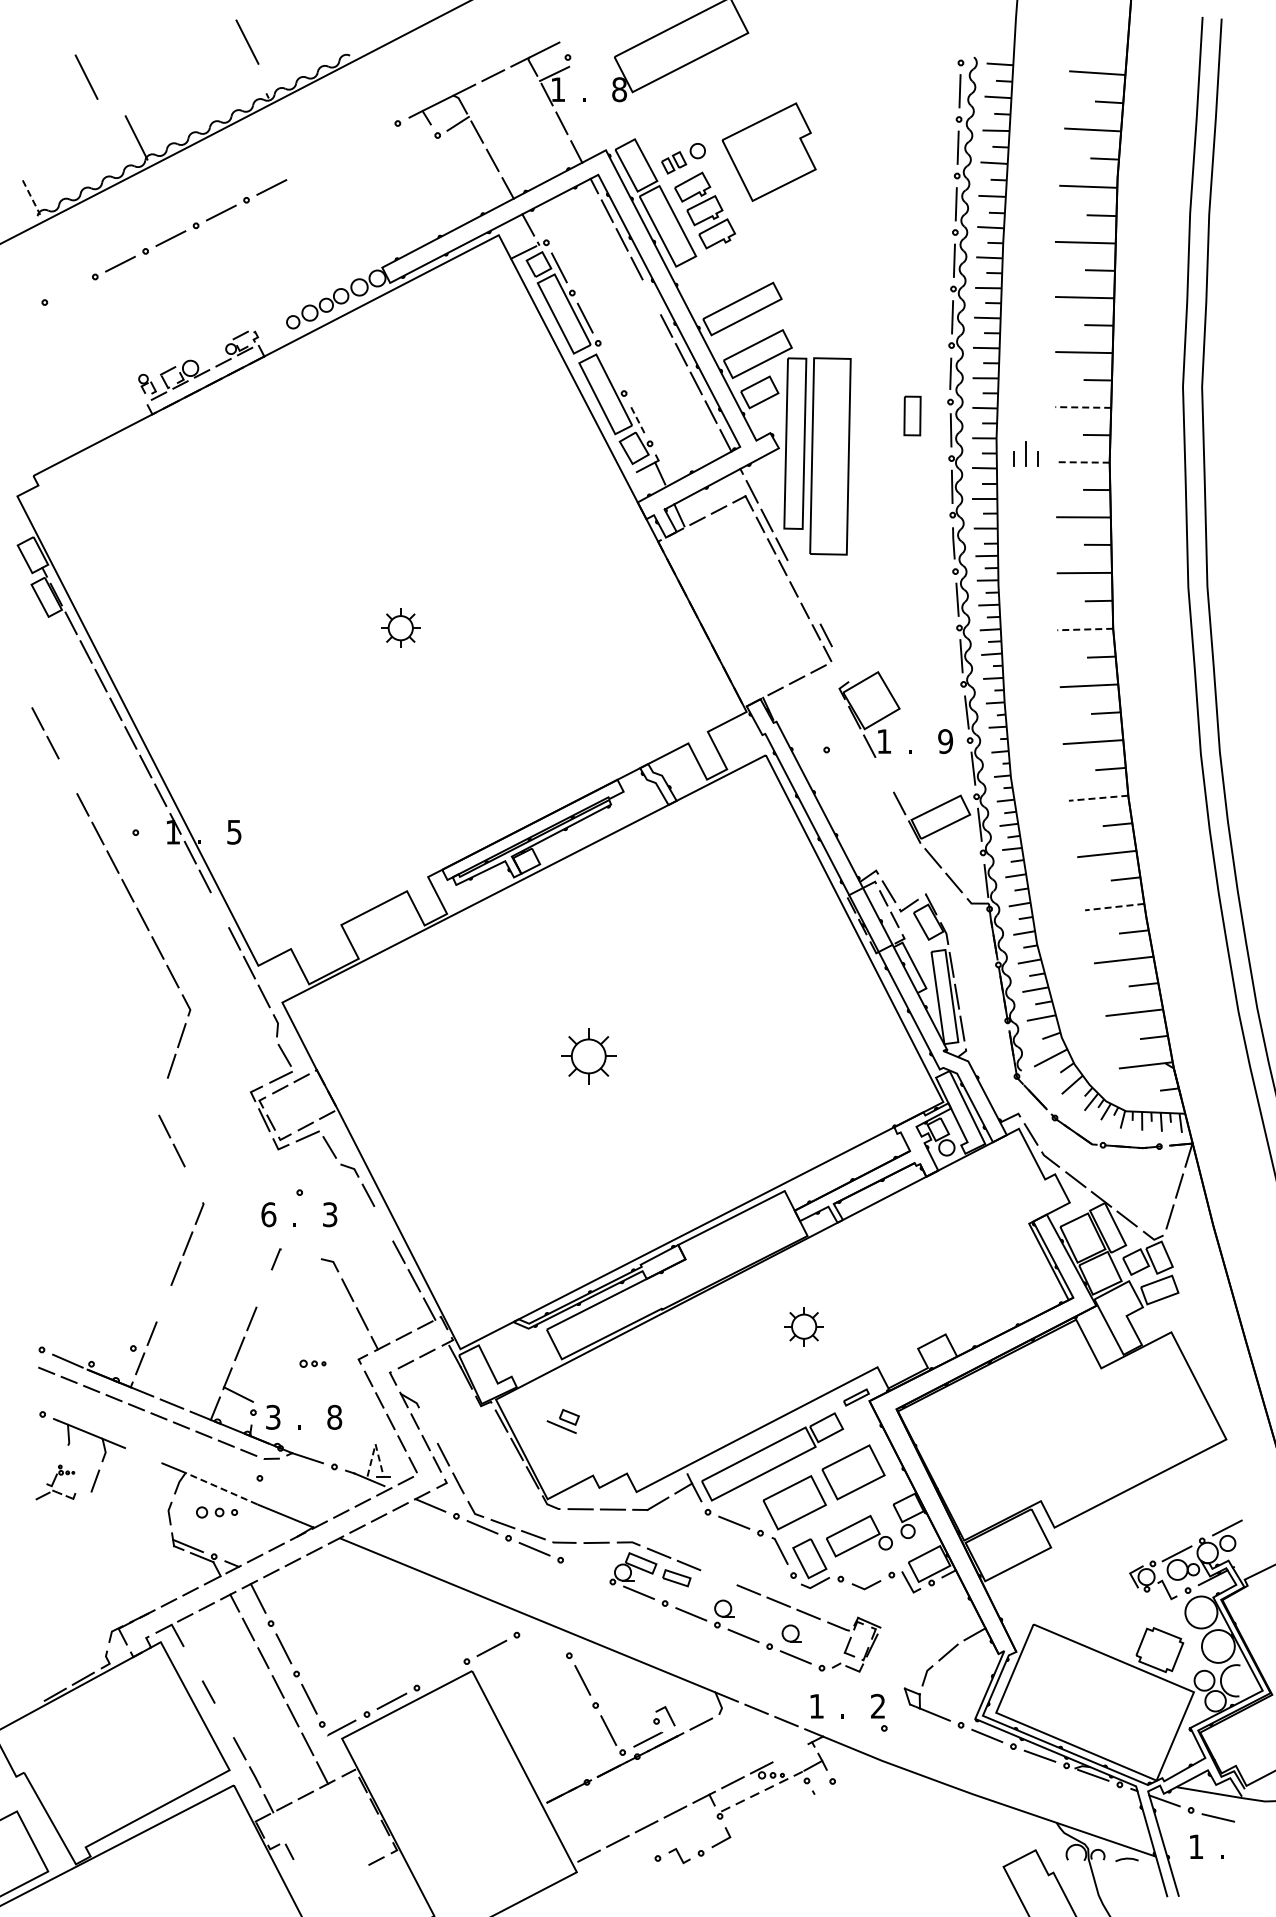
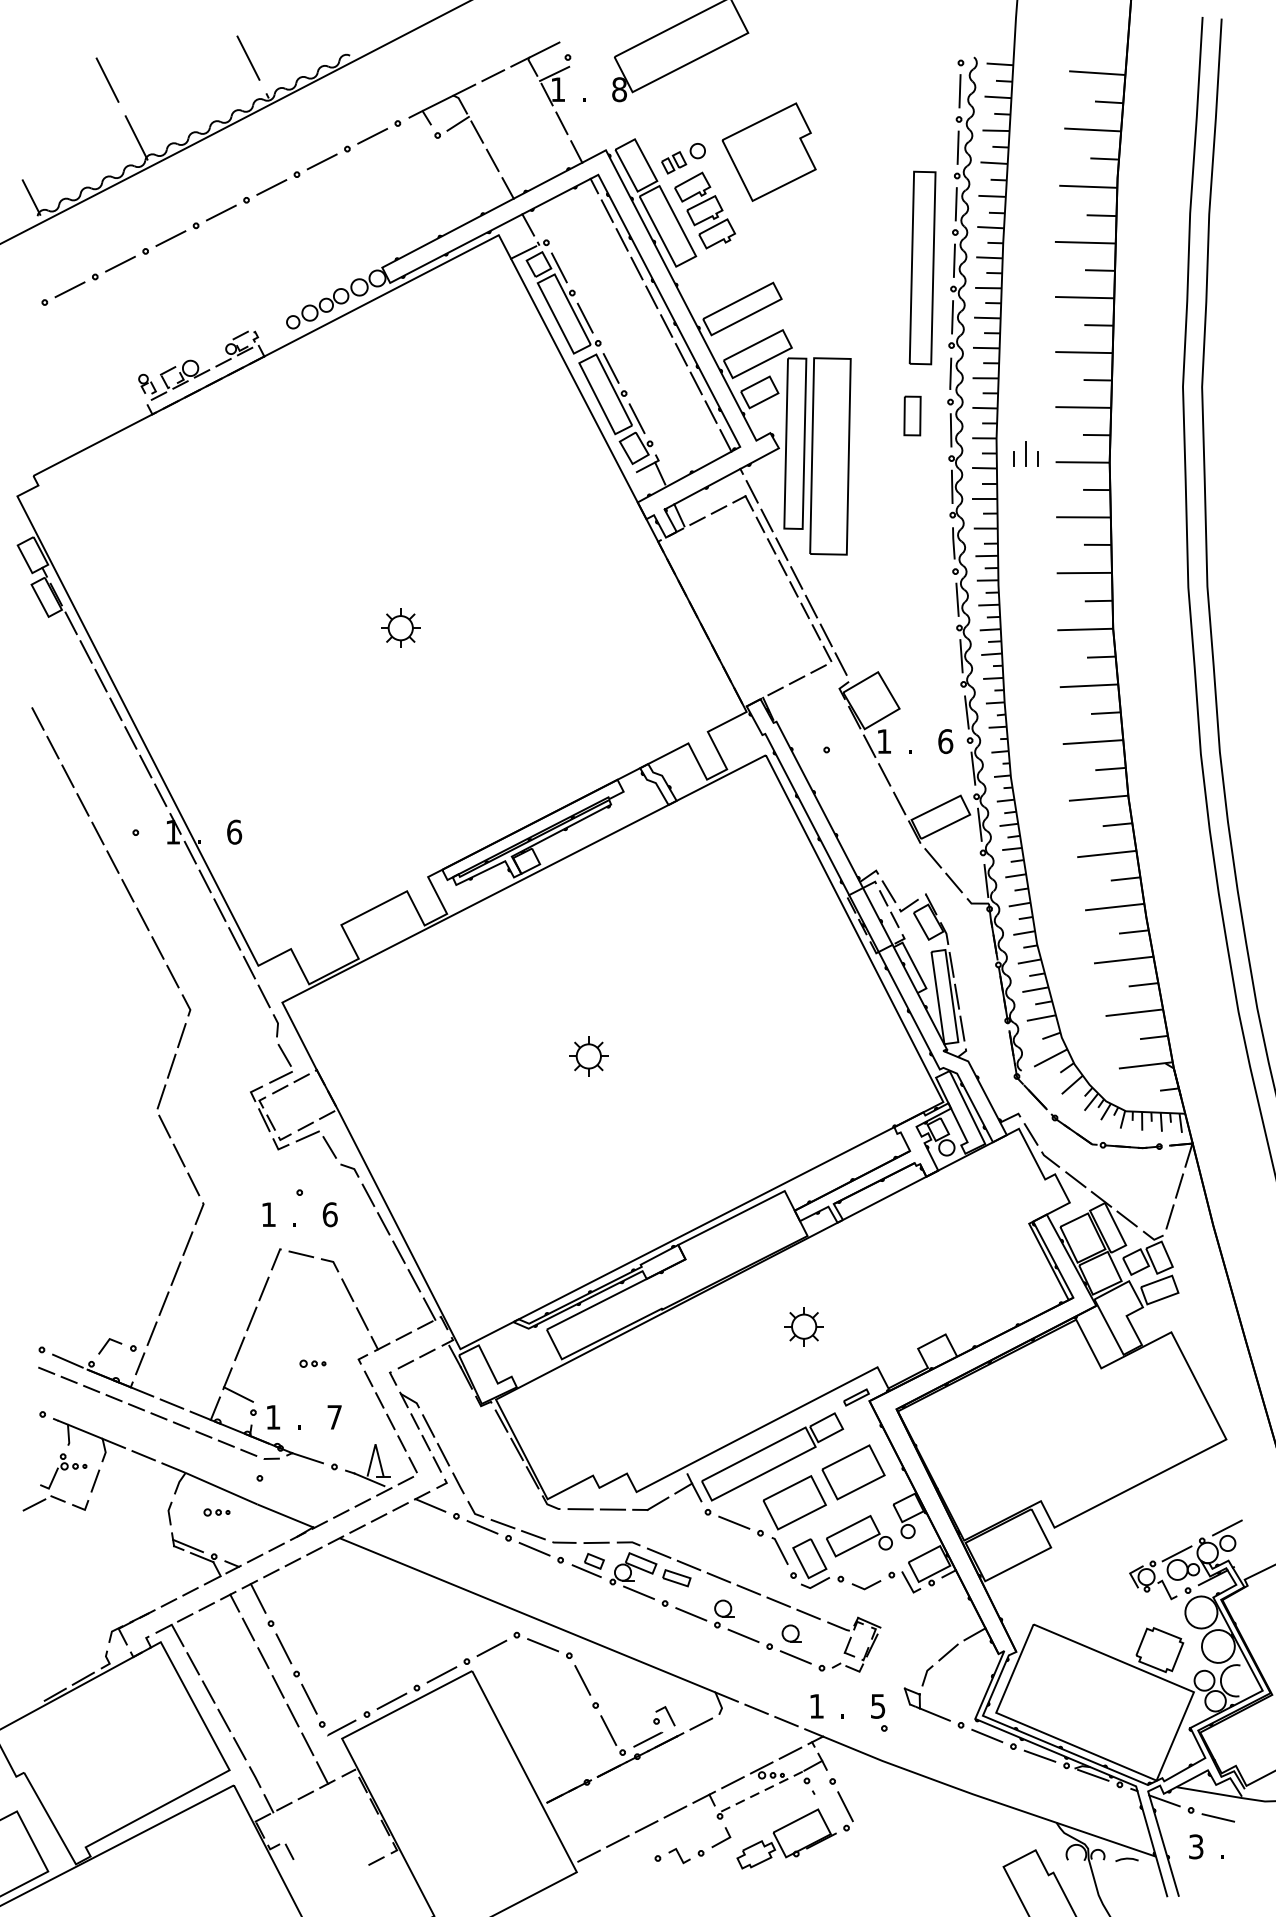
line at (247, 41) position: (247, 41) -> (248, 57)
line at (86, 76) position: (86, 76) -> (107, 79)
part at (340, 152): none -> present
line at (31, 198): dashed -> solid
part at (922, 267): none -> present
line at (69, 289): none -> present
line at (651, 297): none -> present
line at (610, 368): none -> present
line at (1083, 407): dashed -> solid
line at (636, 418): dashed -> solid
line at (1082, 462): dashed -> solid
line at (796, 577): none -> present
line at (811, 606): none -> present
line at (1085, 629): dashed -> solid
line at (840, 663): none -> present
text at (945, 741): 9 -> 6
line at (884, 774): none -> present
line at (67, 775): none -> present
line at (1098, 798): dashed -> solid
text at (234, 831): 5 -> 6
line at (1114, 907): dashed -> solid
line at (219, 909): none -> present
part at (588, 1056) size: 56x57 px -> 40x41 px
line at (161, 1096): none -> present
line at (193, 1184): none -> present
text at (268, 1214): 6 -> 1
text at (329, 1214): 3 -> 6
line at (383, 1223): none -> present
line at (301, 1254): none -> present
line at (263, 1288): none -> present
line at (163, 1303): none -> present
line at (106, 1345): none -> present
text at (273, 1416): 3 -> 1
text at (334, 1416): 8 -> 7
part at (562, 1421) position: (562, 1421) -> (587, 1565)
line at (428, 1425): none -> present
line at (375, 1444): dashed -> solid
line at (143, 1455): none -> present
part at (55, 1482) size: 42x37 px -> 68x59 px
line at (221, 1488): dashed -> solid
part at (217, 1512) size: 43x13 px -> 28x9 px
line at (718, 1577): none -> present
line at (543, 1645): none -> present
line at (193, 1663): none -> present
line at (441, 1674): none -> present
text at (878, 1705): 2 -> 5
line at (224, 1720): none -> present
line at (790, 1752): none -> present
part at (794, 1830): none -> present
text at (1196, 1846): 1 -> 3
